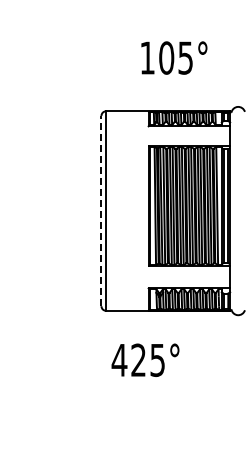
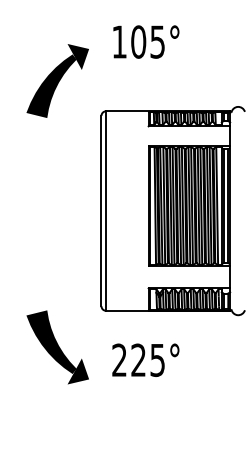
text at (174, 57) position: (174, 57) -> (146, 41)
curve at (57, 80): none -> present
line at (101, 210): dashed -> solid
curve at (57, 347): none -> present
text at (119, 359): 425° -> 225°
